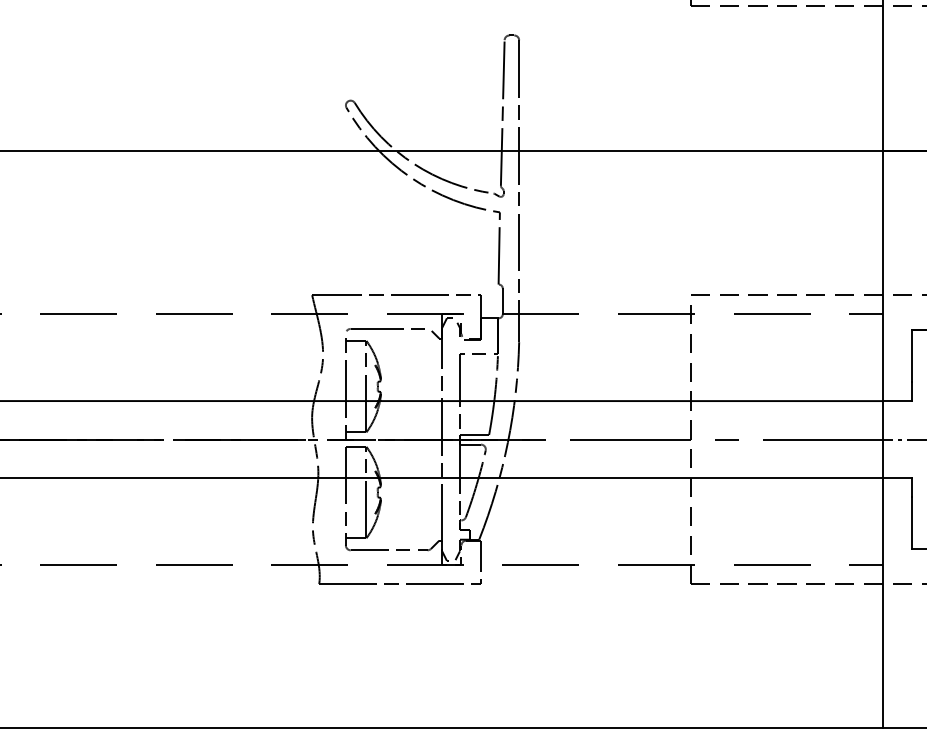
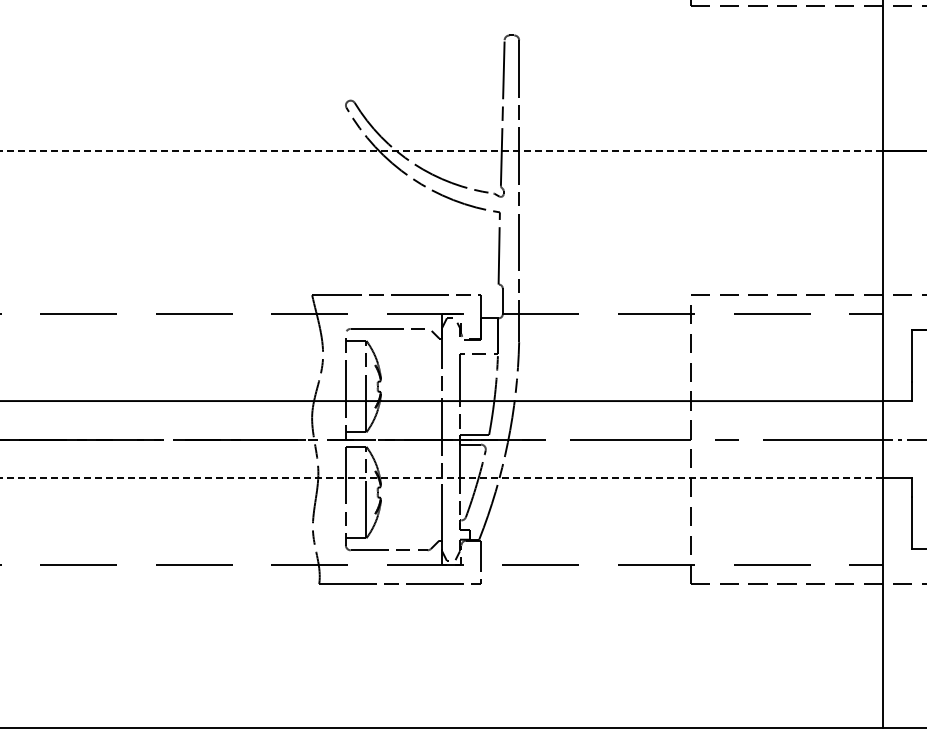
line at (441, 150): solid -> dashed
line at (441, 478): solid -> dashed
